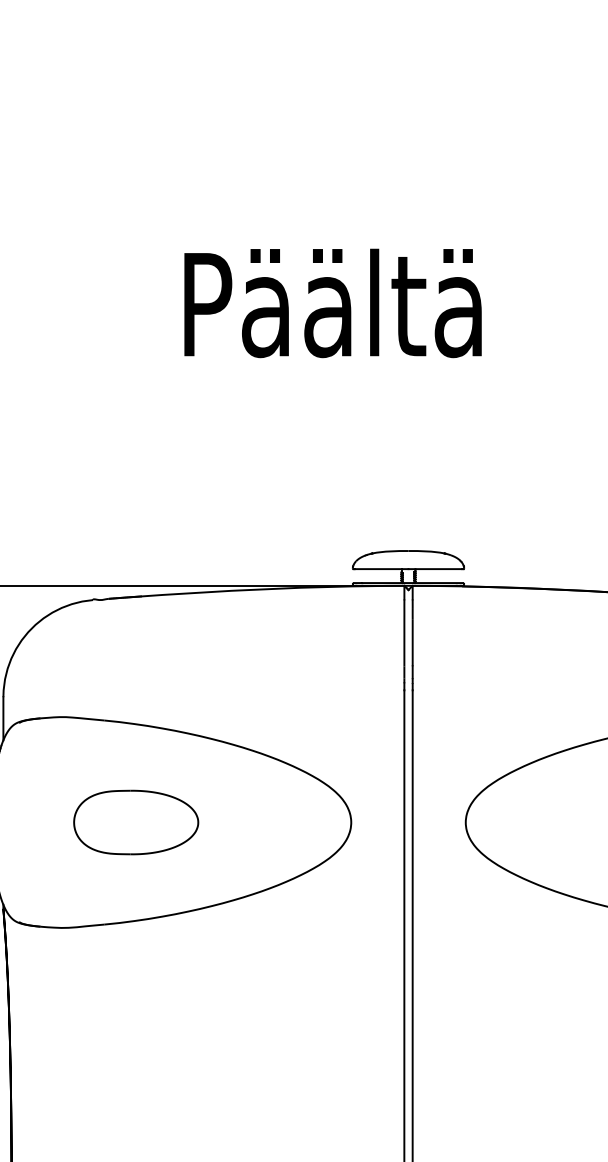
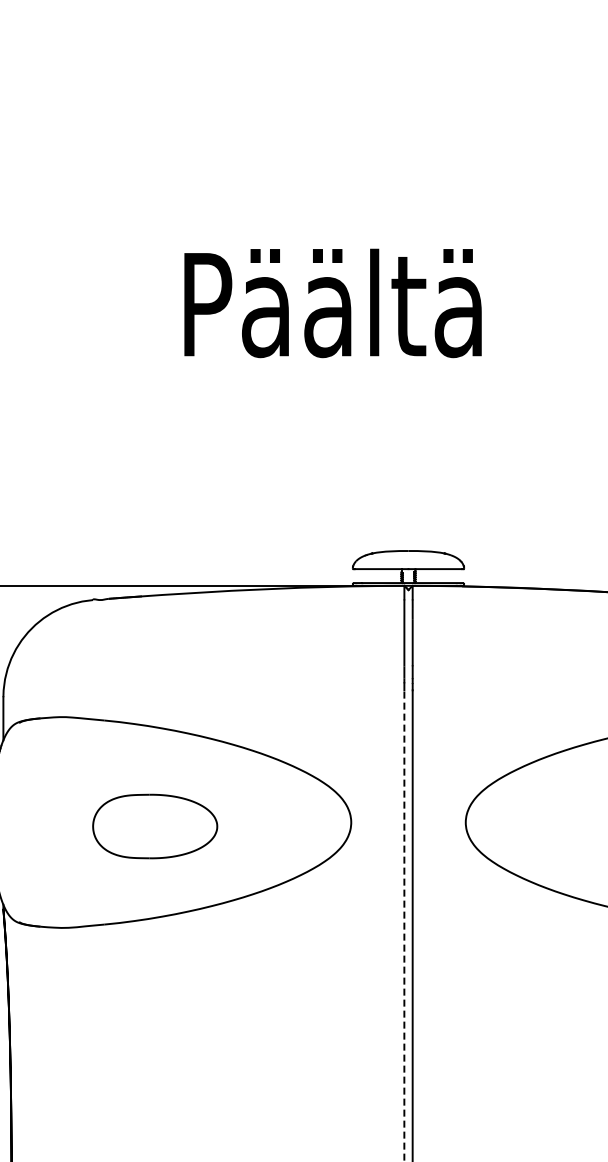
part at (136, 822) position: (136, 822) -> (155, 826)
line at (404, 925): solid -> dashed
